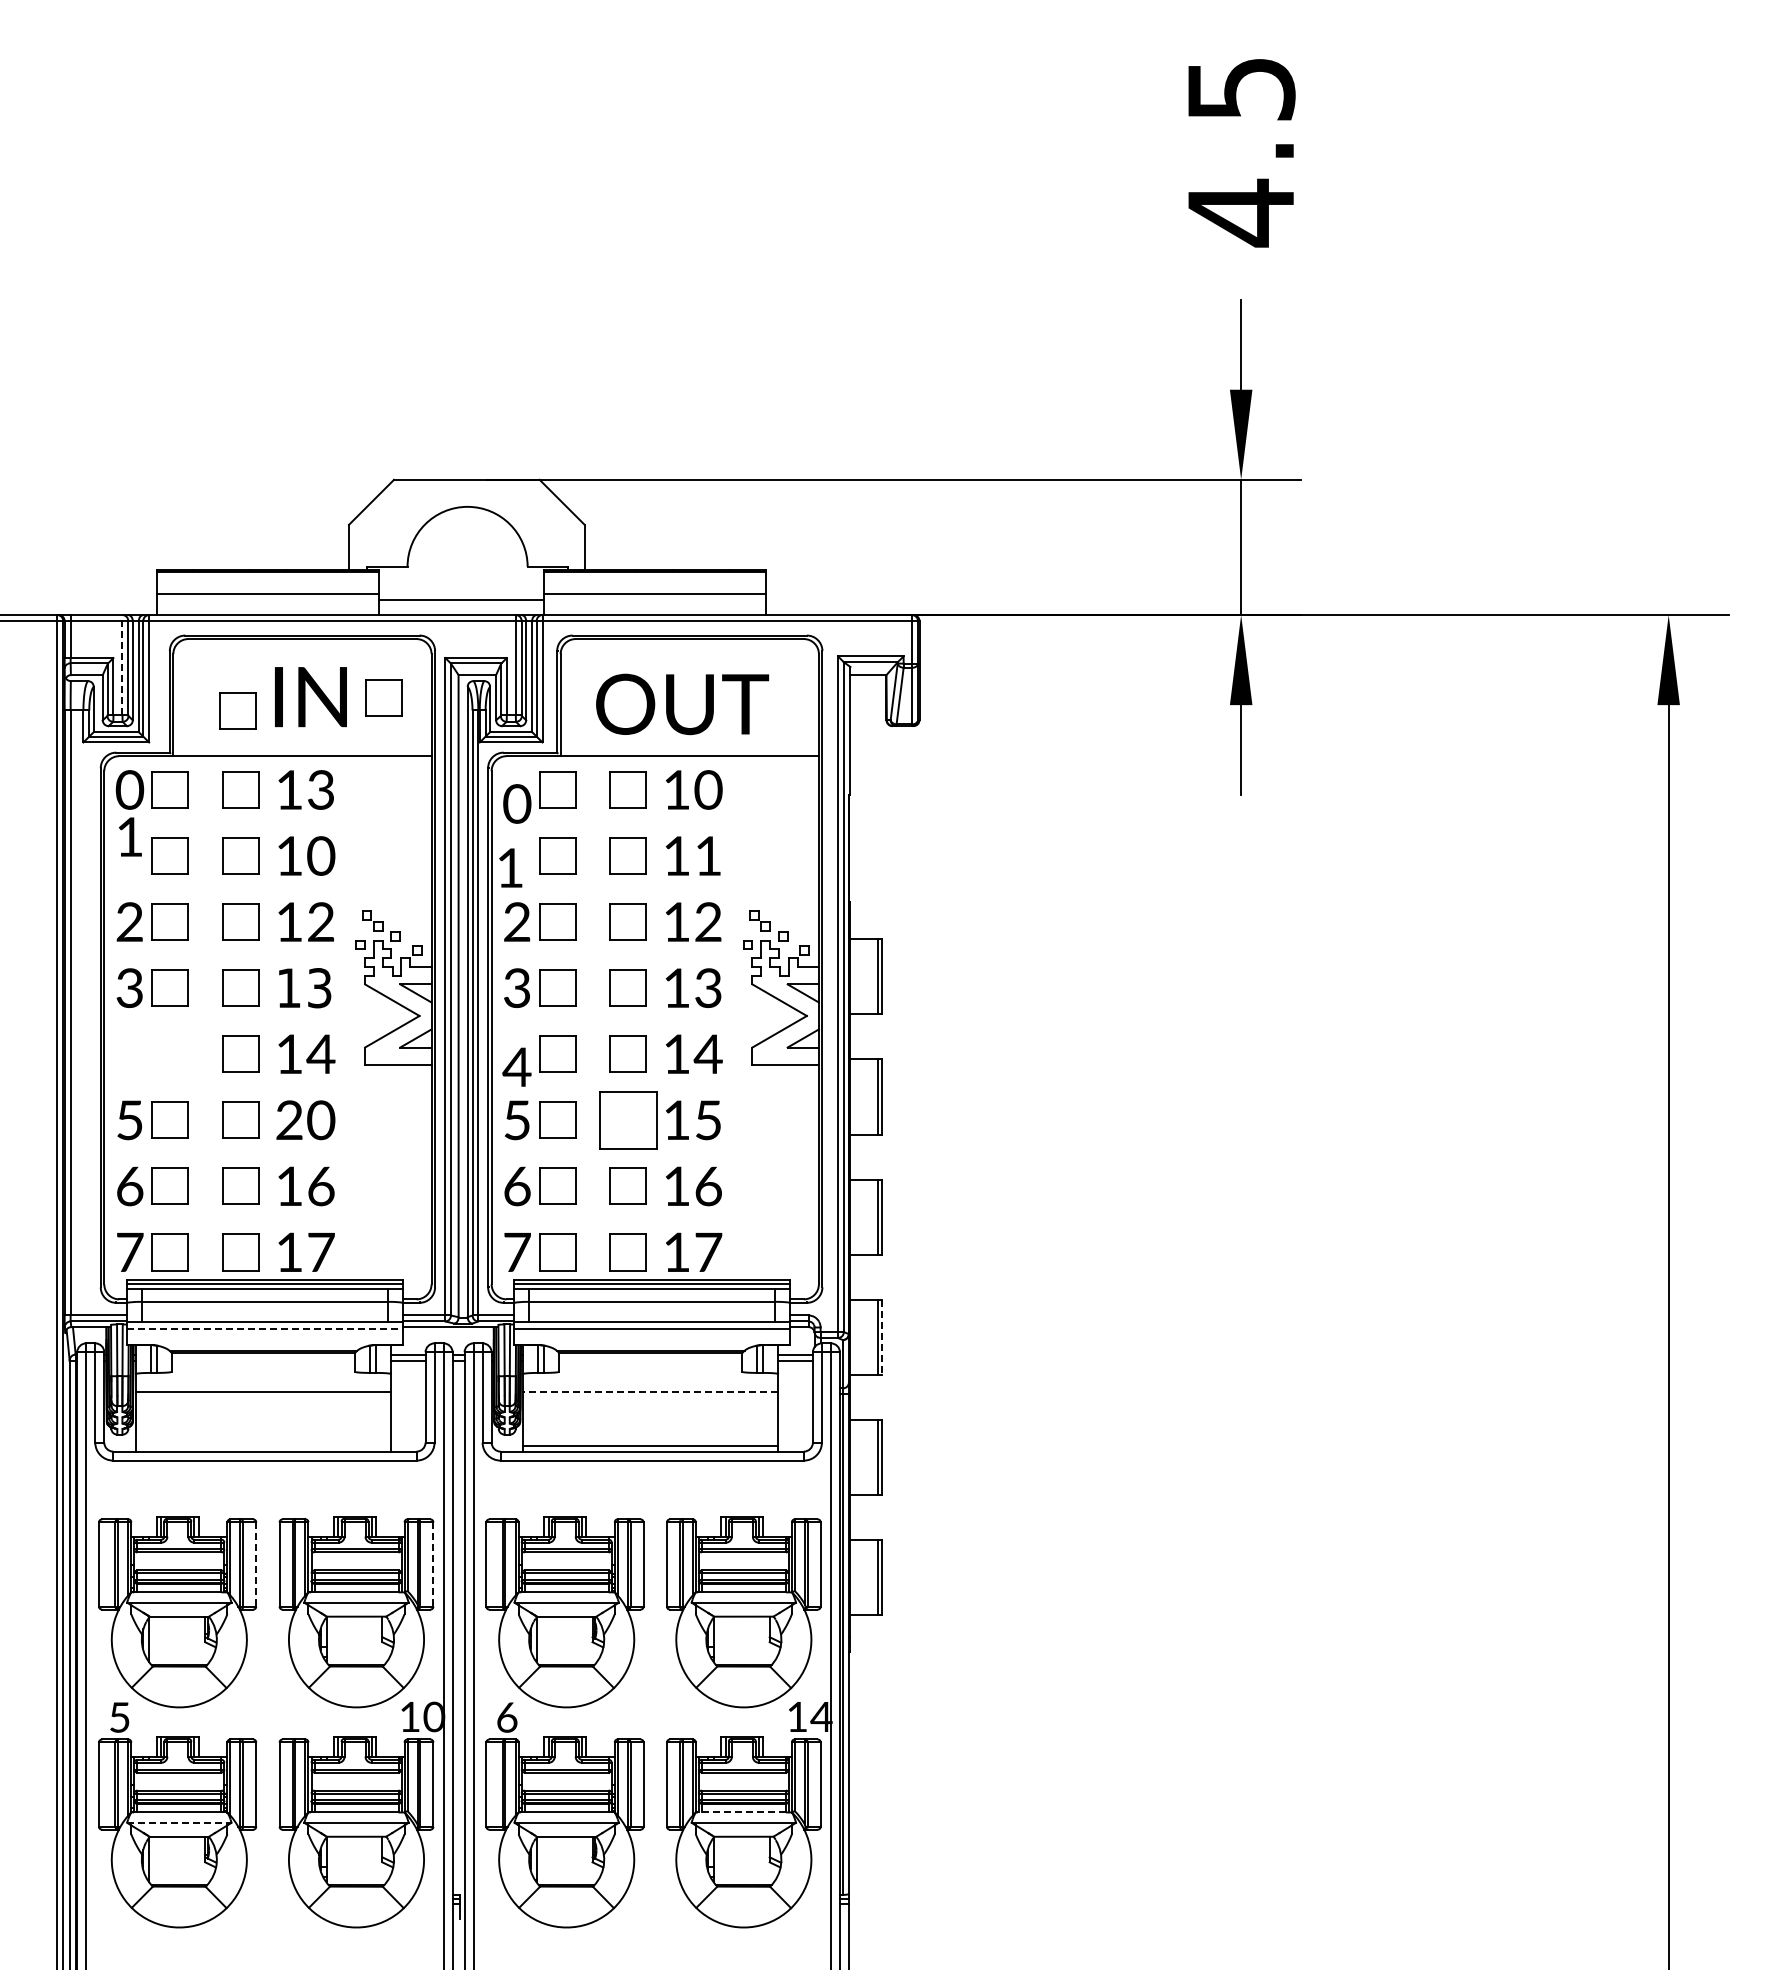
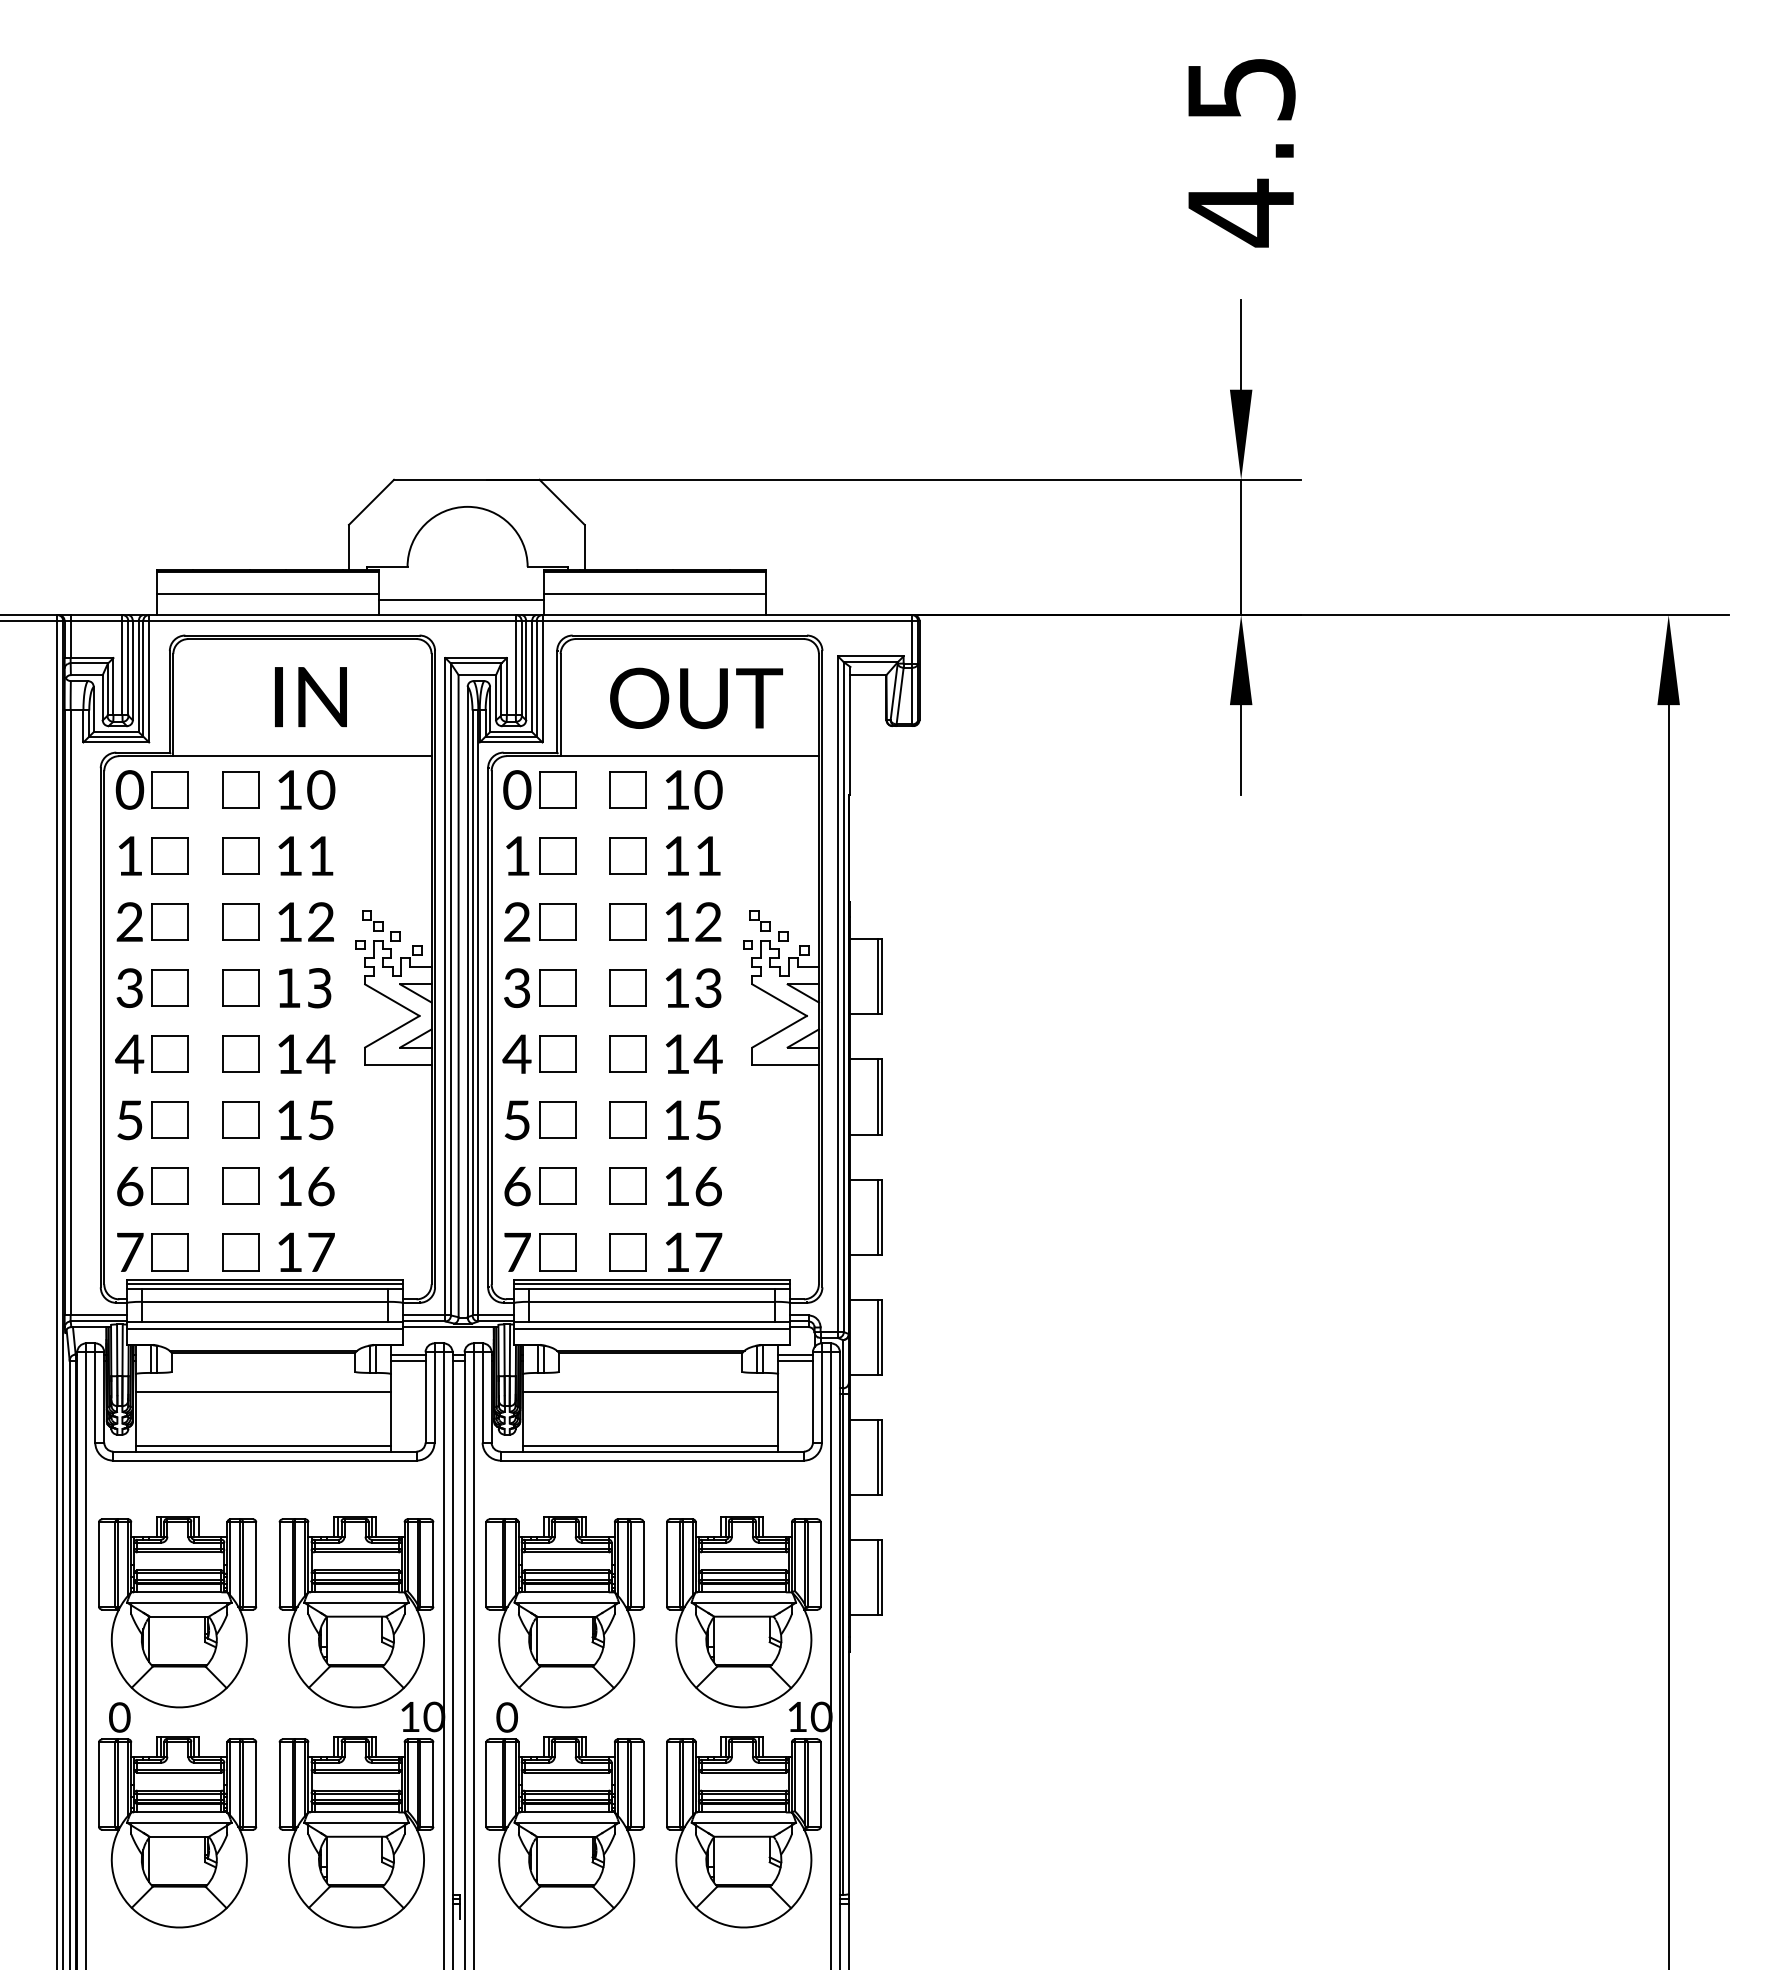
line at (122, 664): dashed -> solid
part at (383, 697): present -> none
text at (682, 704) position: (682, 704) -> (696, 698)
part at (237, 710): present -> none
text at (321, 789): 13 -> 10
text at (517, 803) position: (517, 803) -> (517, 789)
text at (129, 836) position: (129, 836) -> (129, 855)
text at (321, 855): 10 -> 11
text at (510, 867) position: (510, 867) -> (517, 855)
part at (151, 1053): none -> present
text at (516, 1066) position: (516, 1066) -> (516, 1053)
text at (305, 1120): 20 -> 15
part at (628, 1120) size: 59x59 px -> 38x38 px
line at (265, 1328): dashed -> solid
line at (882, 1337): dashed -> solid
line at (650, 1391): dashed -> solid
line at (263, 1446): none -> present
line at (256, 1565): dashed -> solid
line at (433, 1565): dashed -> solid
text at (821, 1716): 14 -> 10
text at (119, 1717): 5 -> 0
text at (506, 1717): 6 -> 0
line at (740, 1812): dashed -> solid
line at (179, 1822): dashed -> solid
